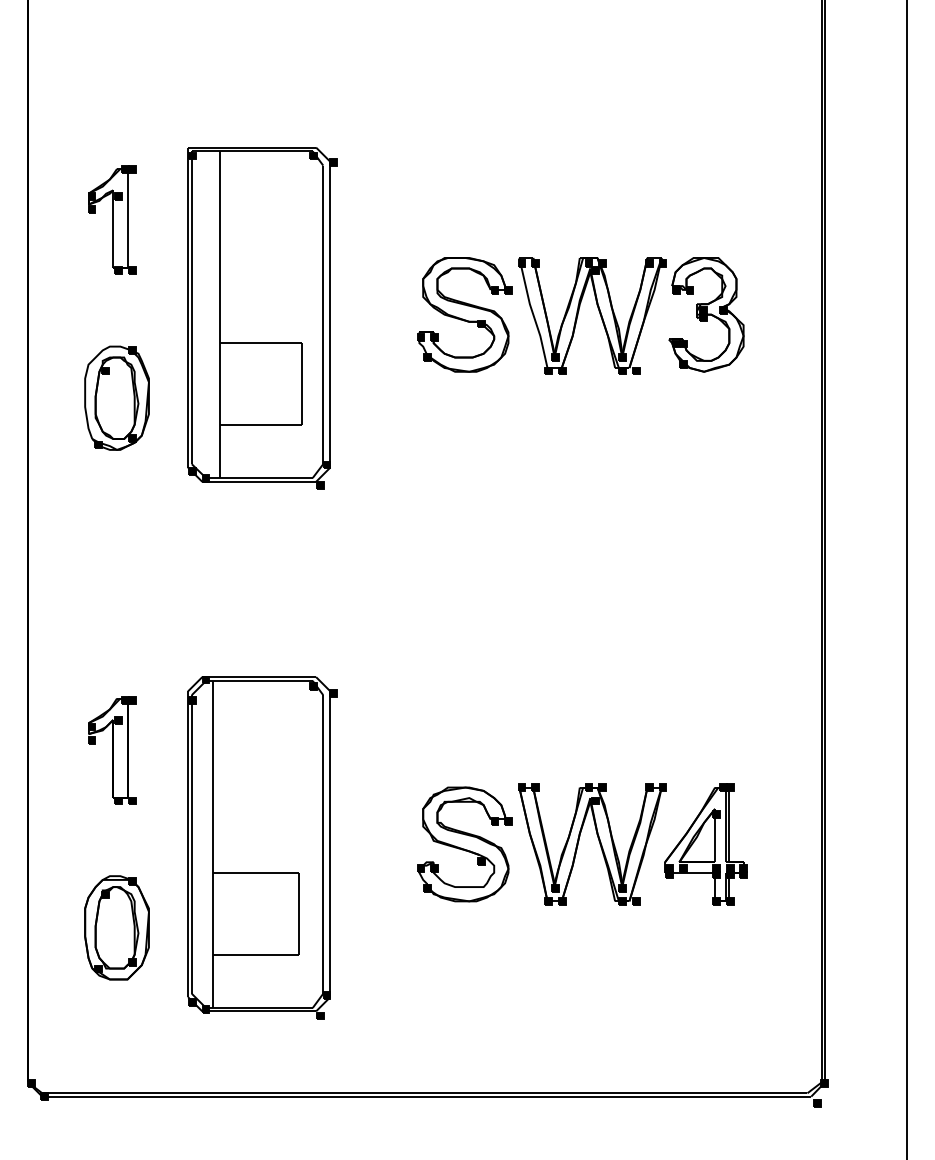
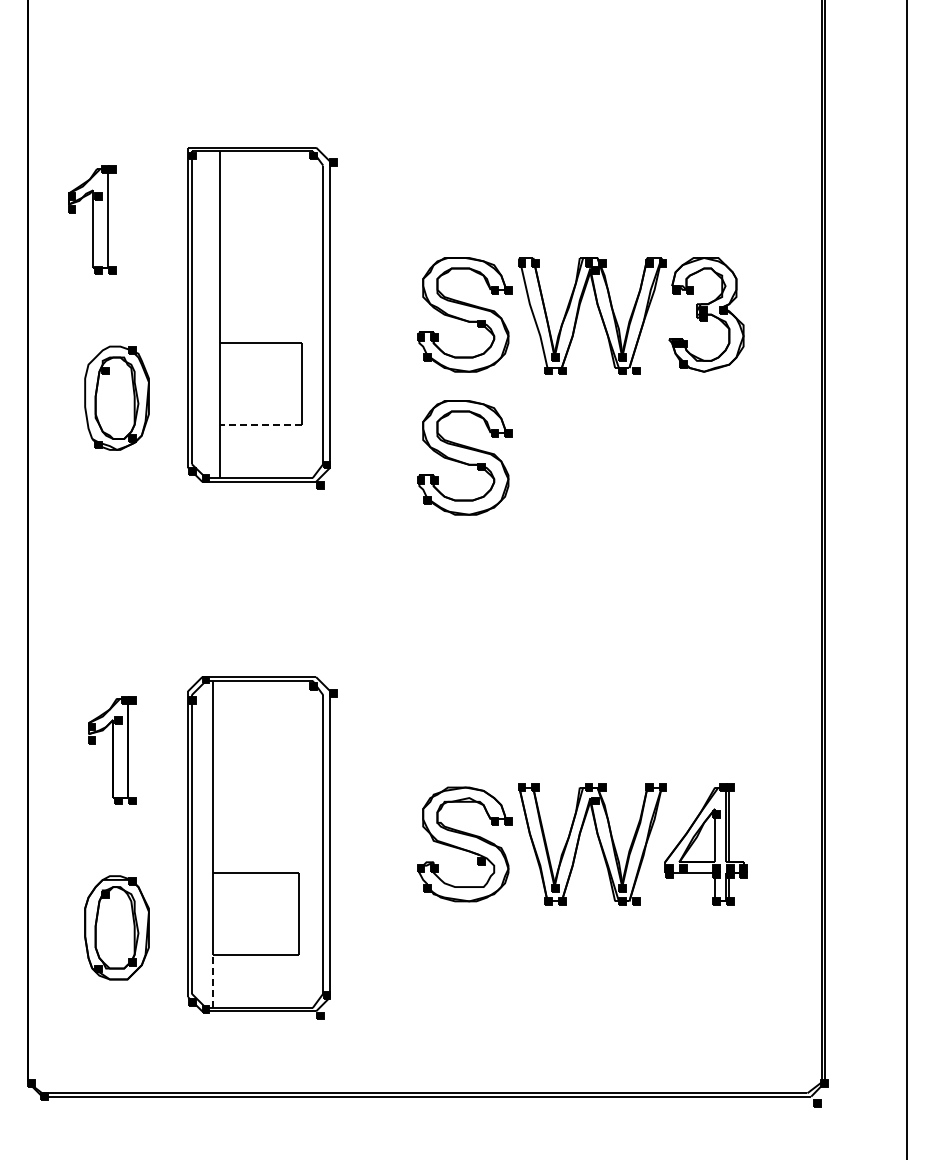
part at (112, 219) position: (112, 219) -> (92, 219)
line at (261, 424): solid -> dashed
part at (464, 457): none -> present
line at (213, 981): solid -> dashed
